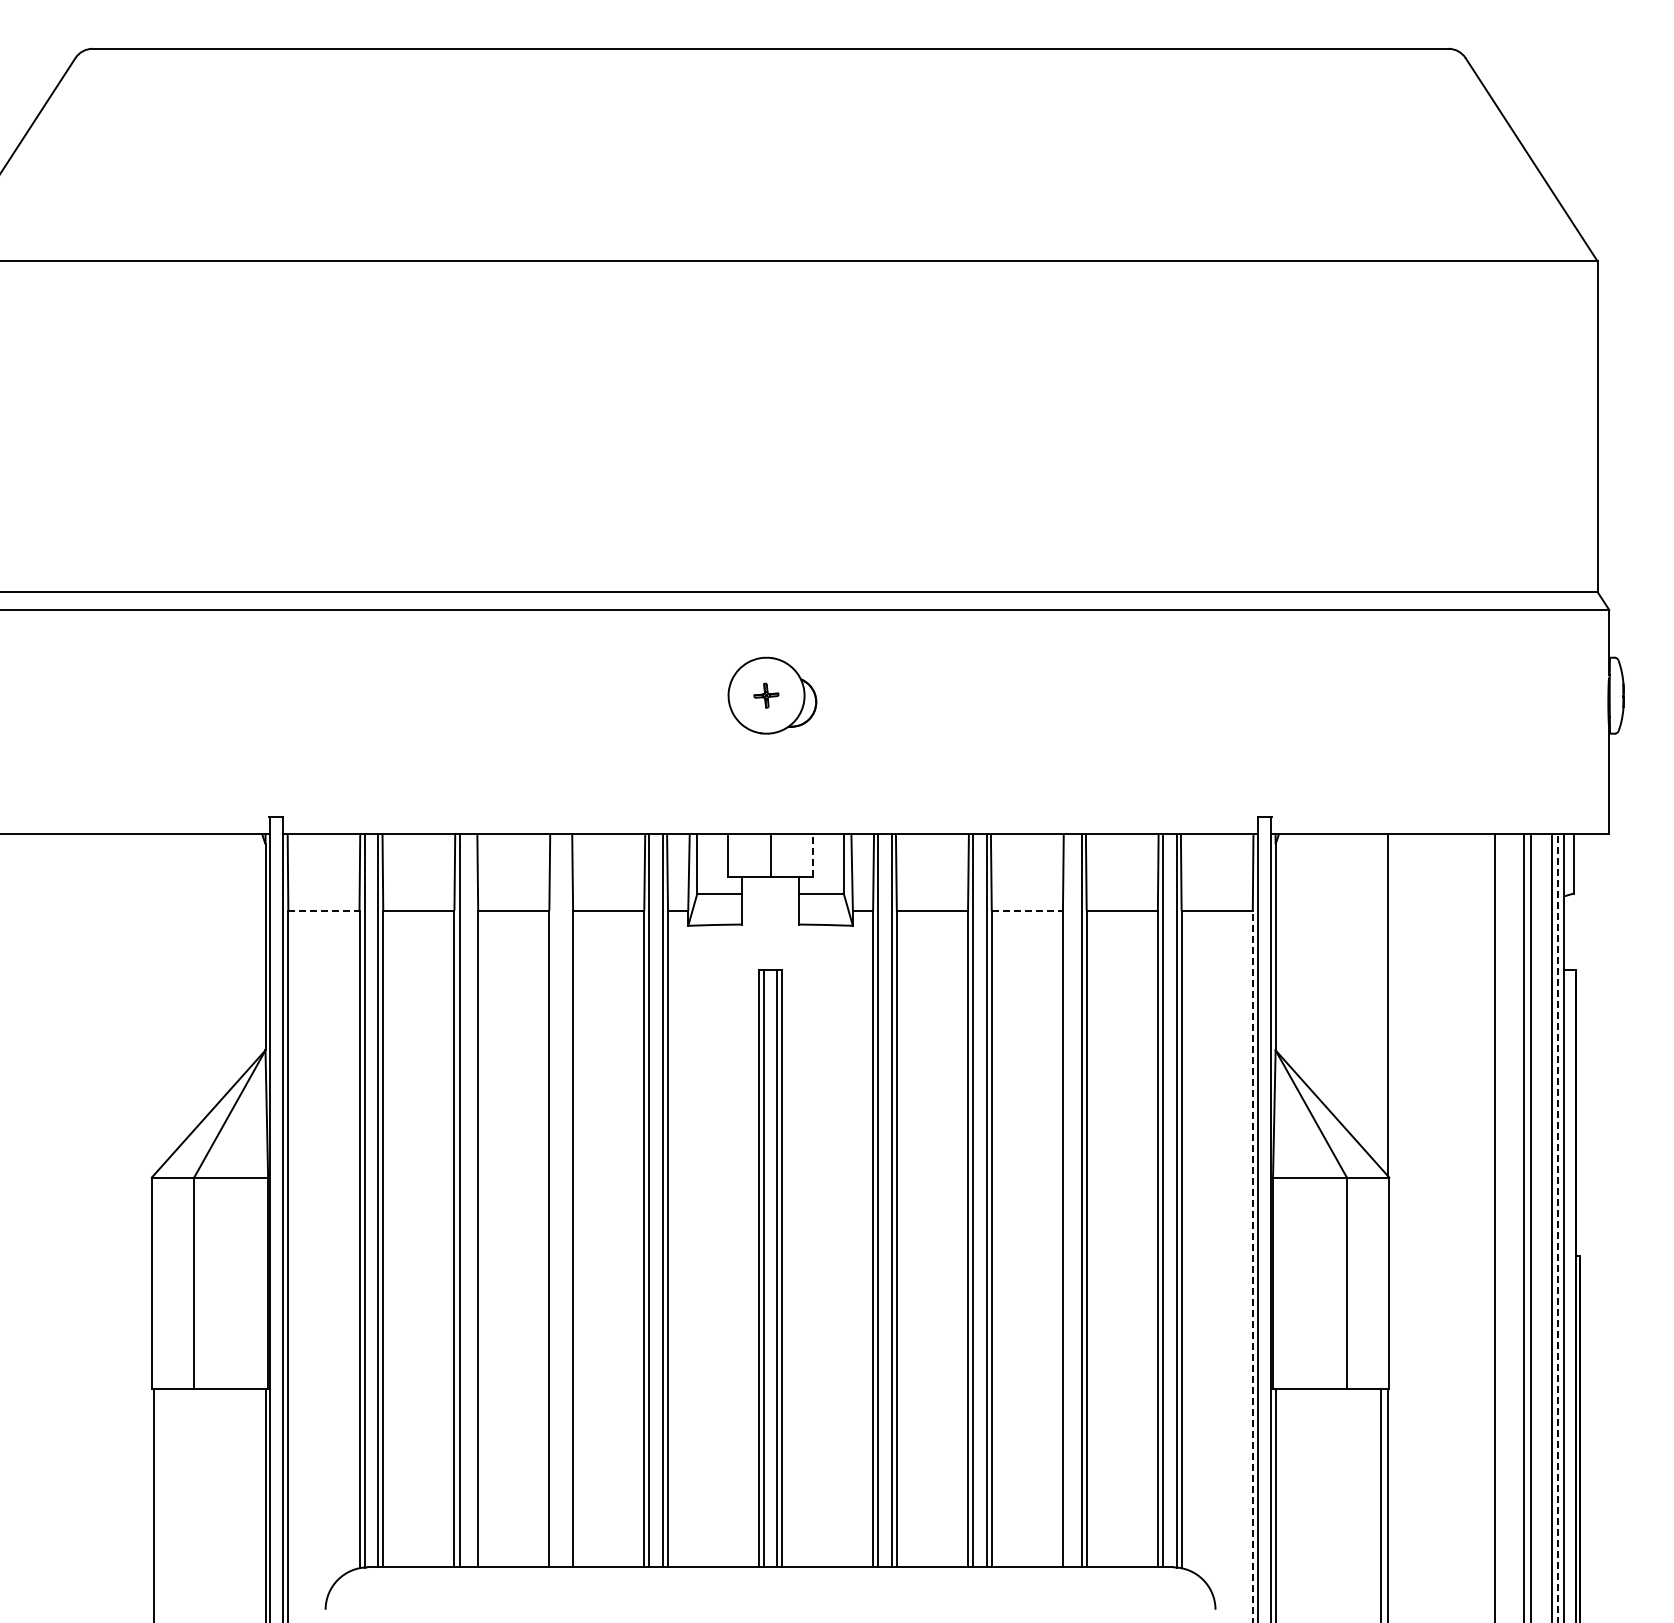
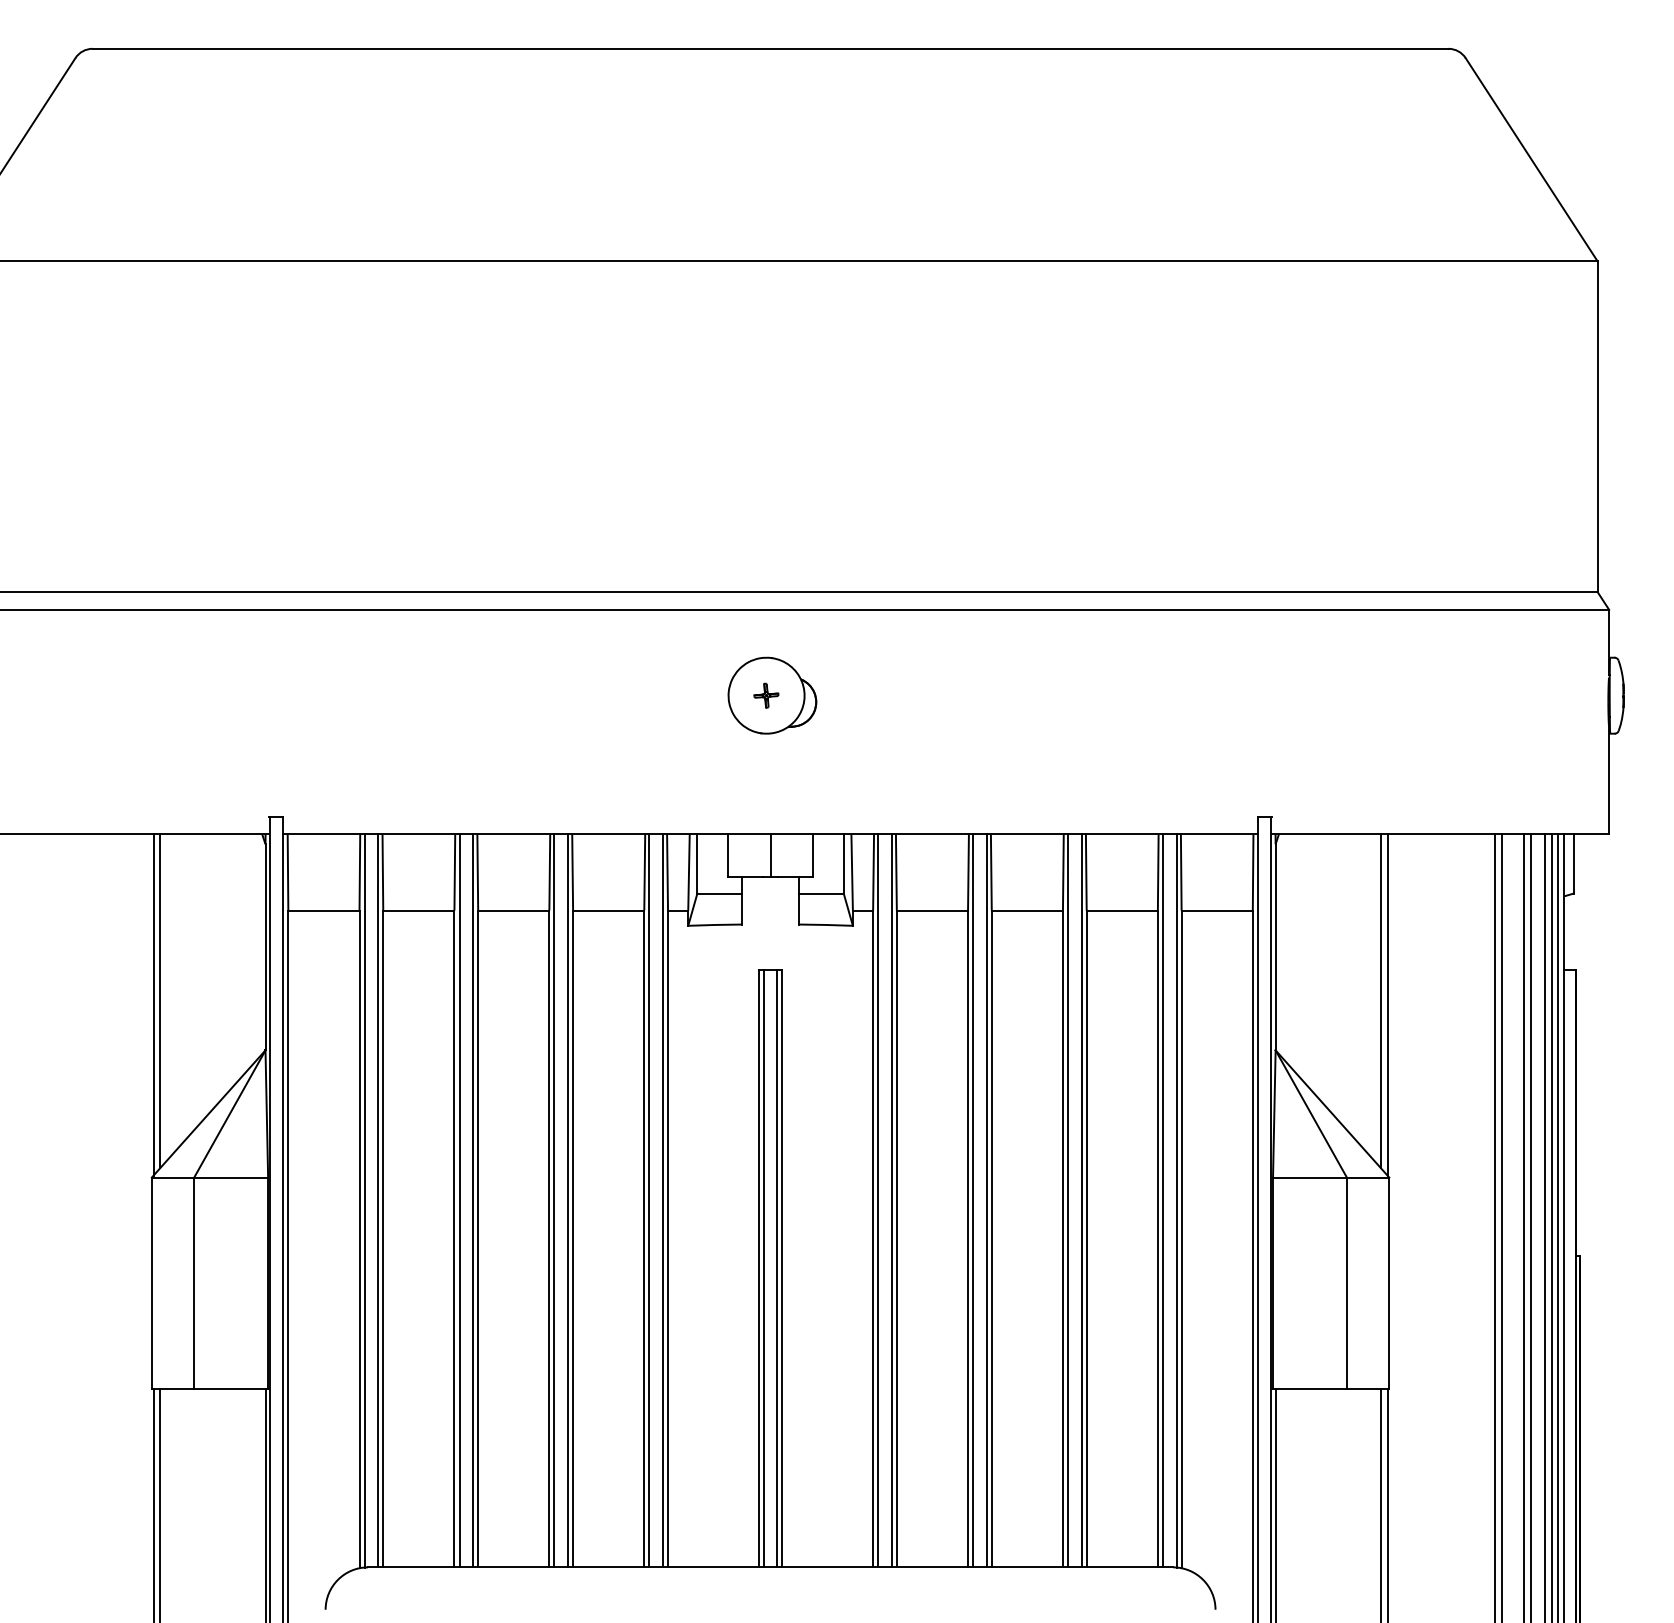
line at (812, 855): dashed -> solid
line at (323, 910): dashed -> solid
line at (1027, 910): dashed -> solid
line at (160, 1001): none -> present
line at (1380, 1001): none -> present
line at (153, 1004): none -> present
line at (473, 1200): none -> present
line at (554, 1200): none -> present
line at (568, 1200): none -> present
line at (1068, 1200): none -> present
line at (1502, 1226): none -> present
line at (1544, 1226): none -> present
line at (1557, 1228): dashed -> solid
line at (1252, 1266): dashed -> solid
line at (160, 1504): none -> present
